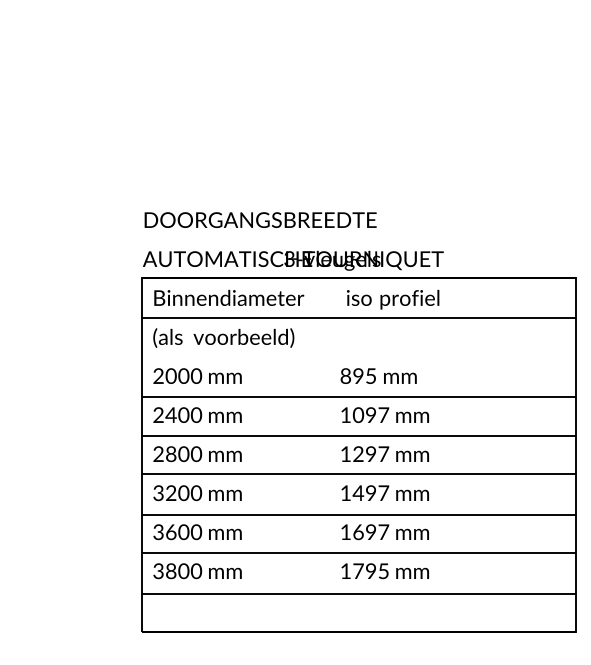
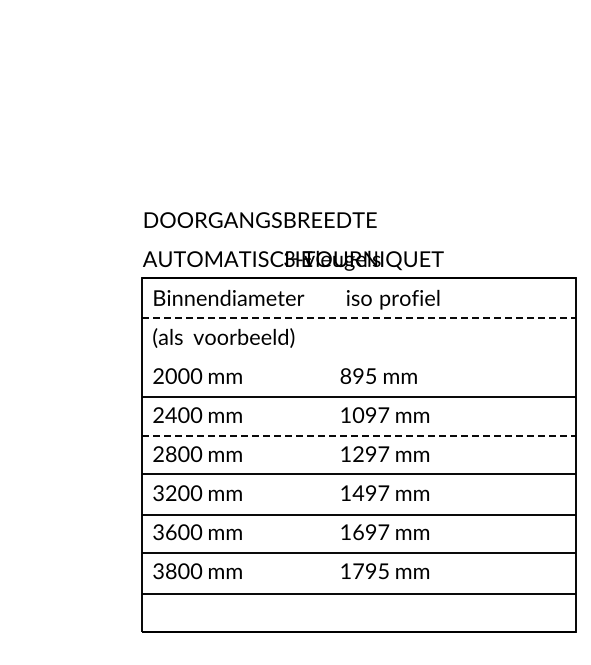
line at (359, 318): solid -> dashed
line at (359, 435): solid -> dashed
